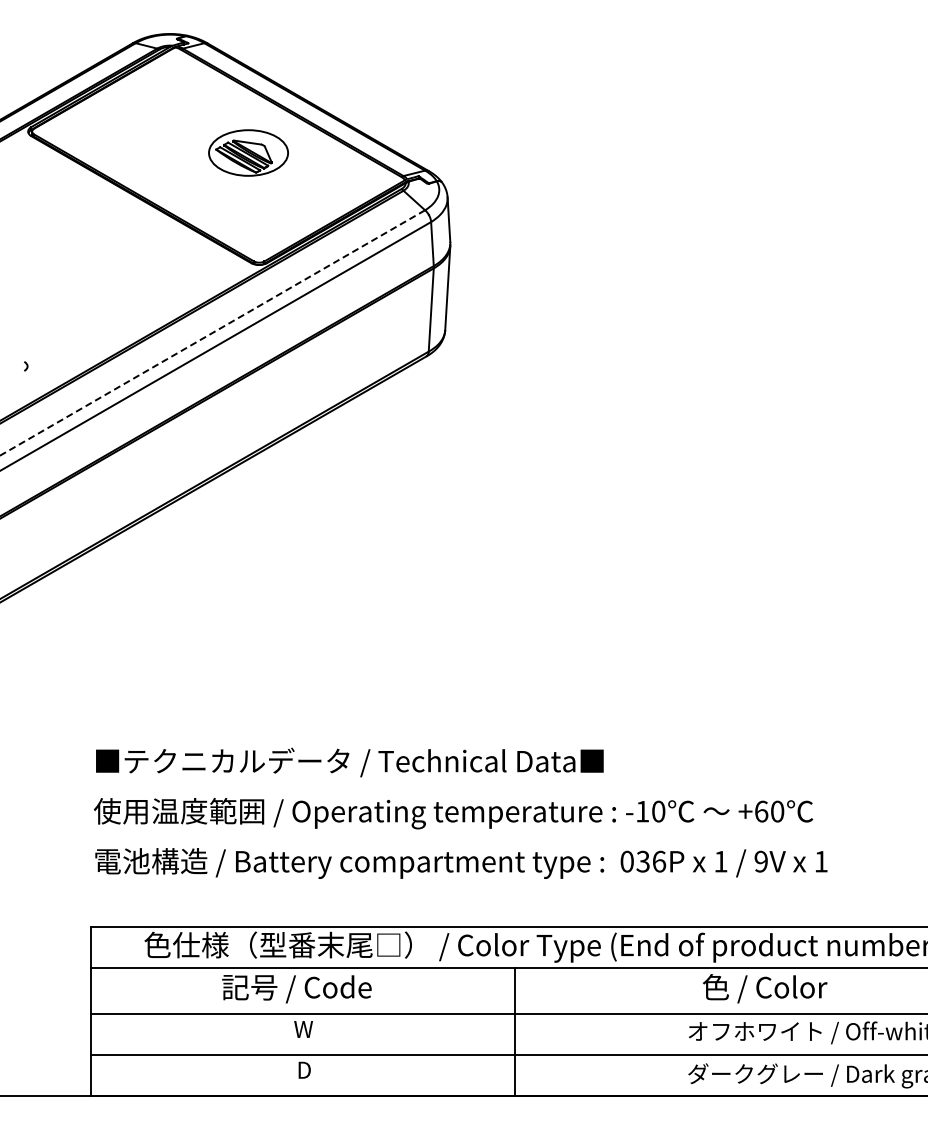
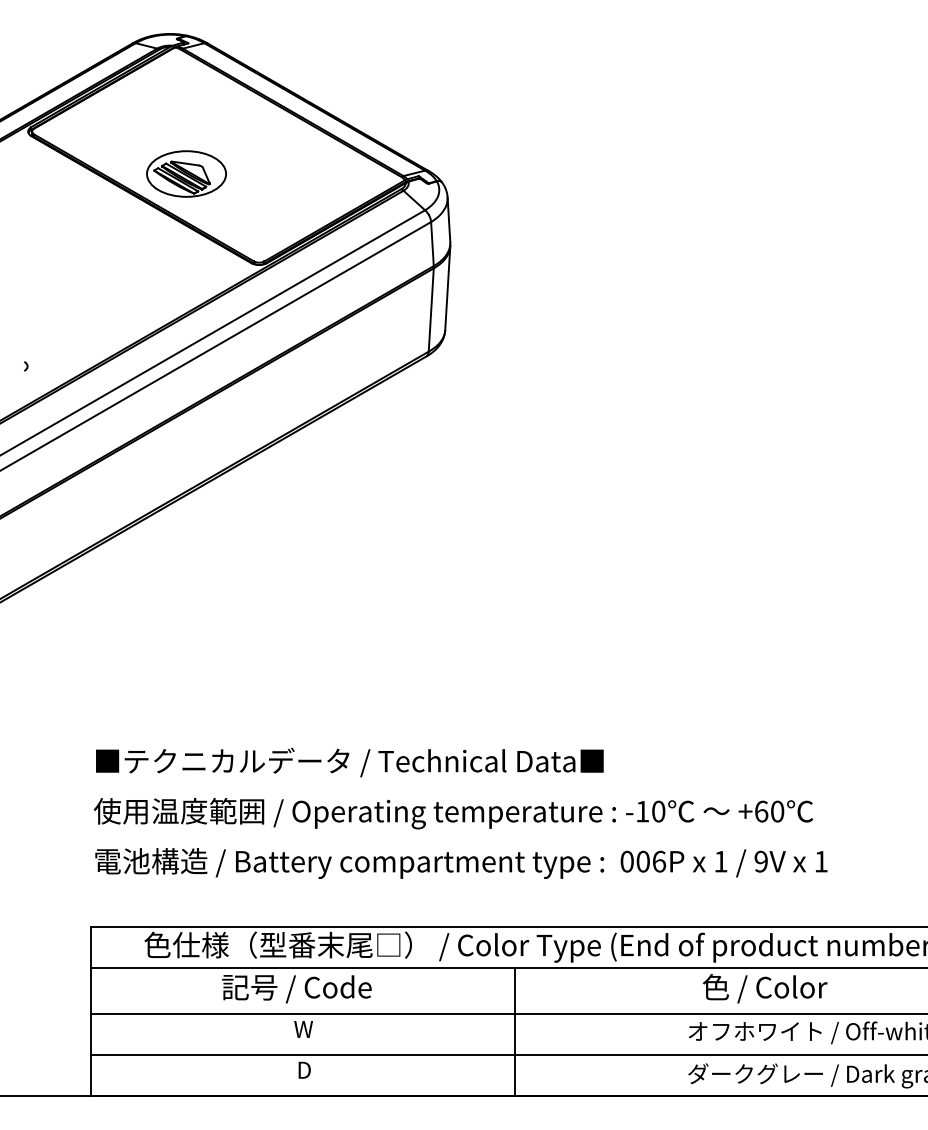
part at (248, 152) position: (248, 152) -> (186, 173)
line at (212, 332): dashed -> solid
text at (642, 861): 036P -> 006P
